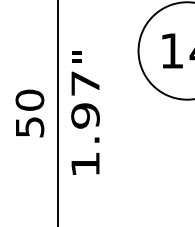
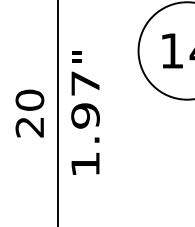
text at (29, 127): 50 -> 20
